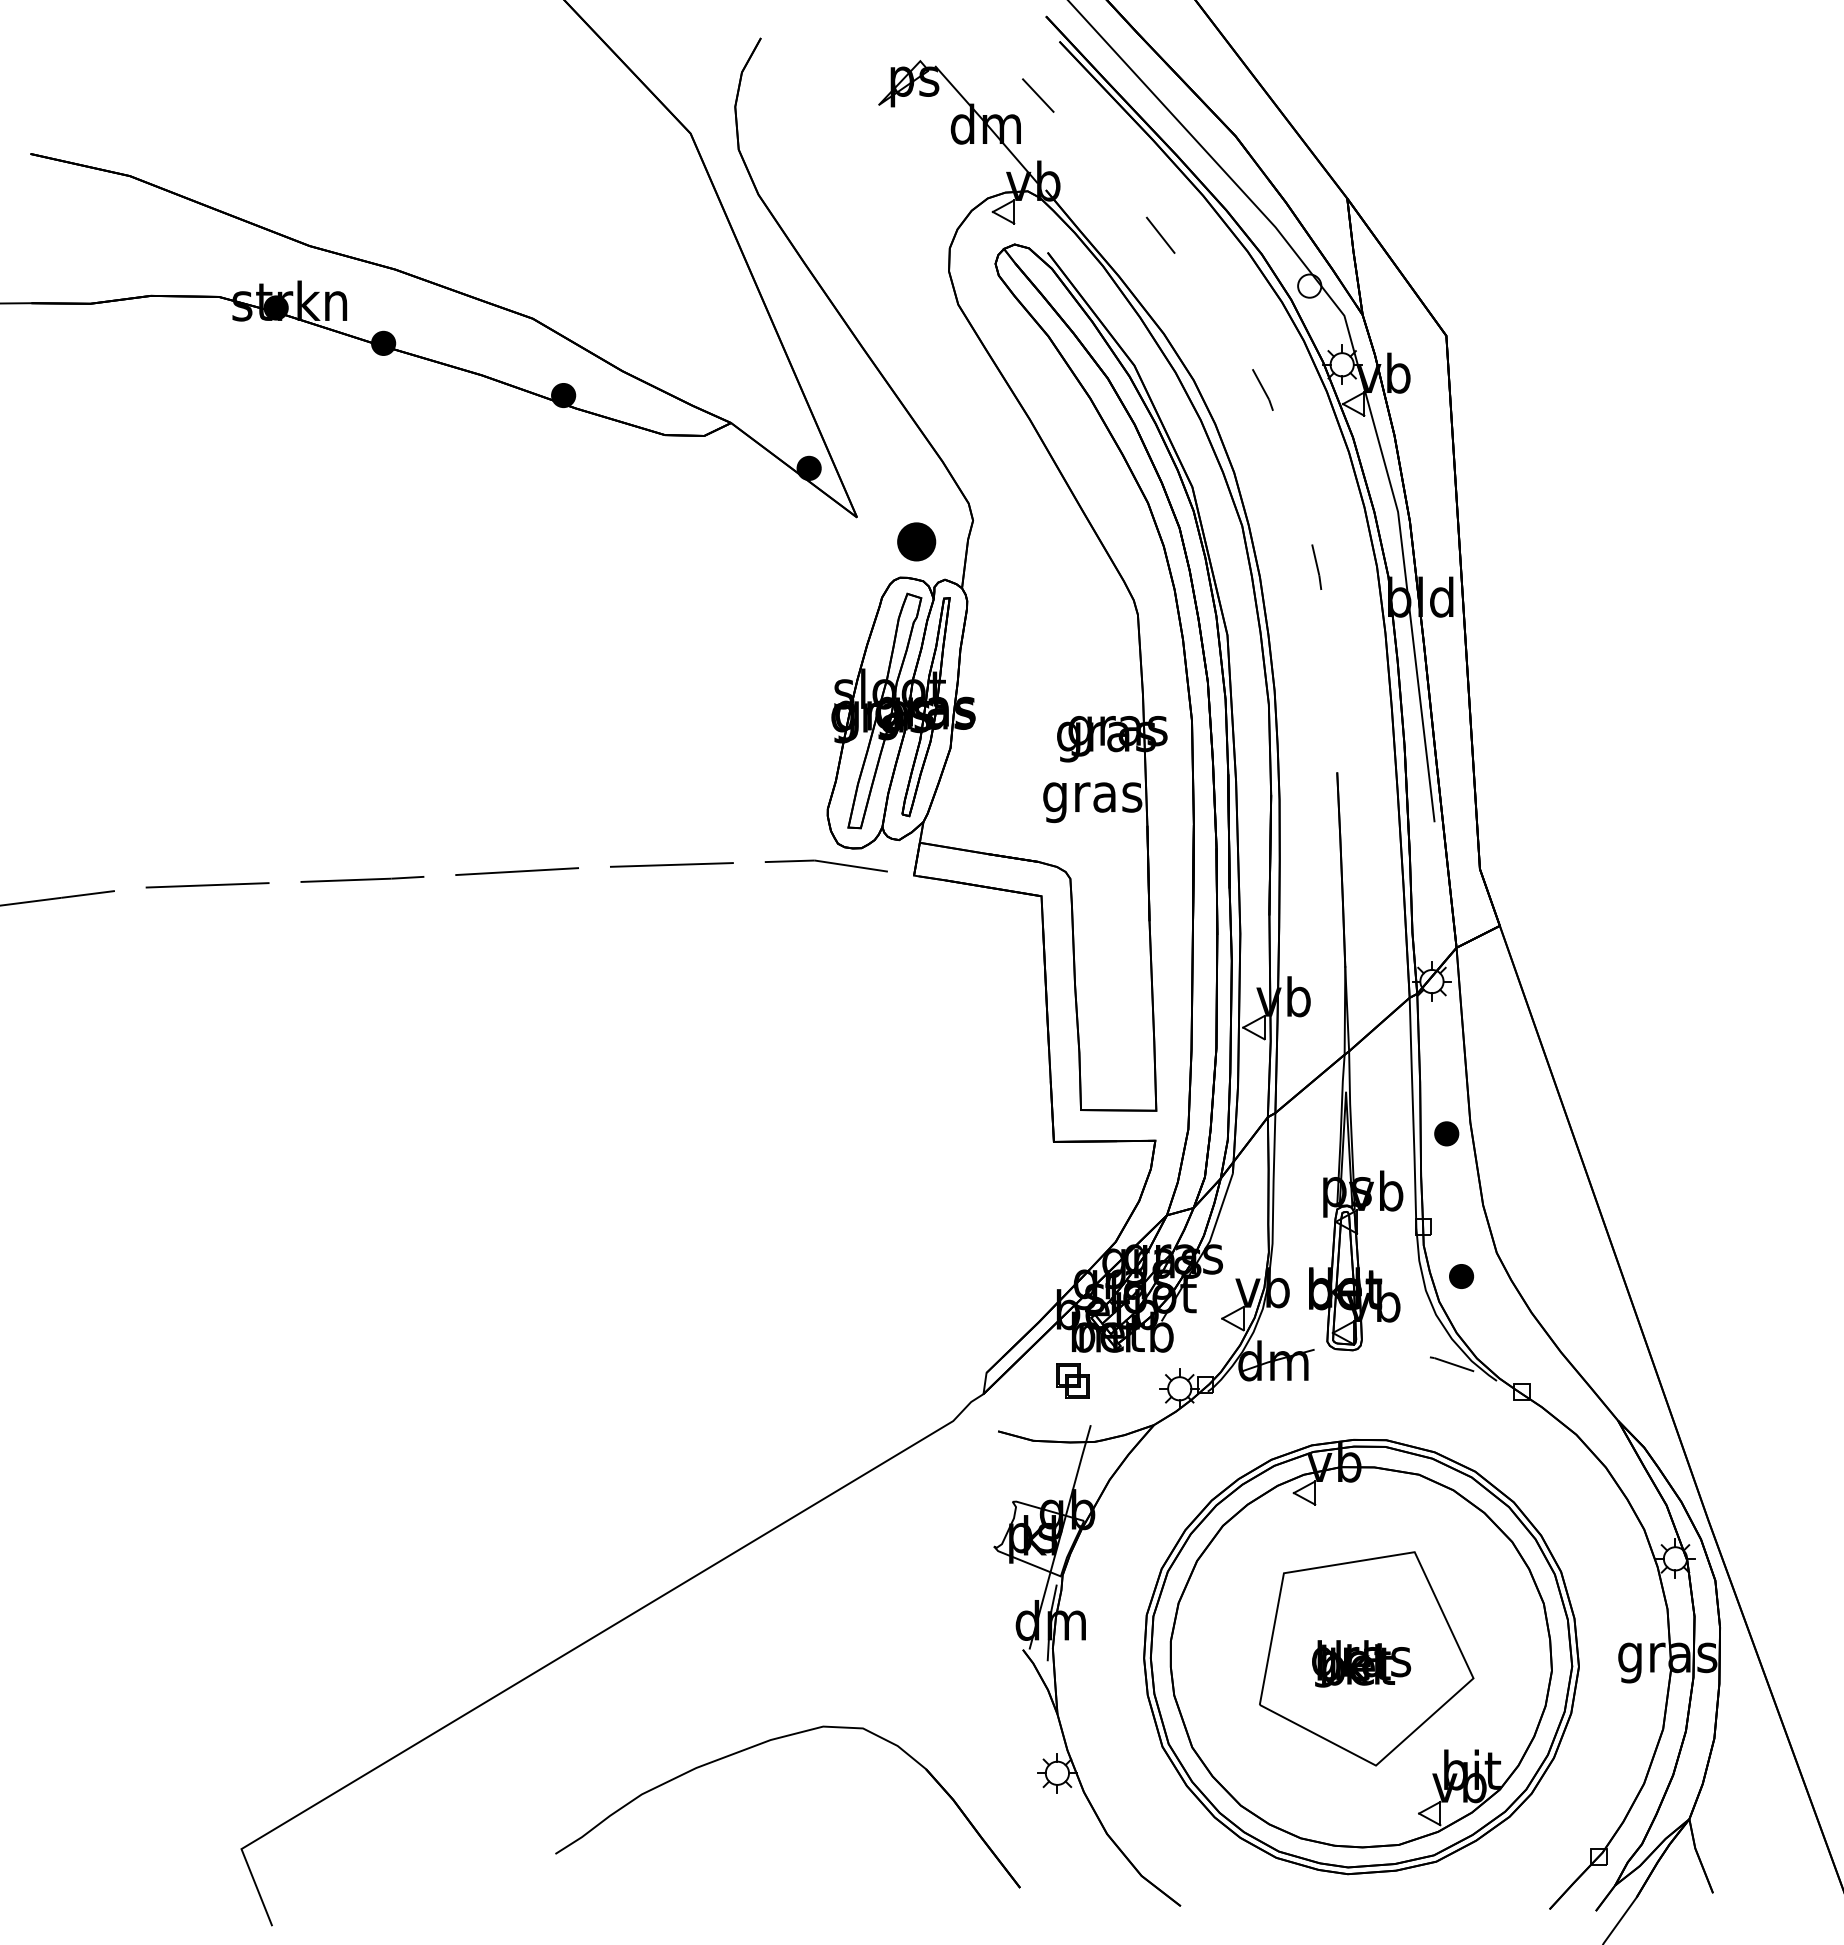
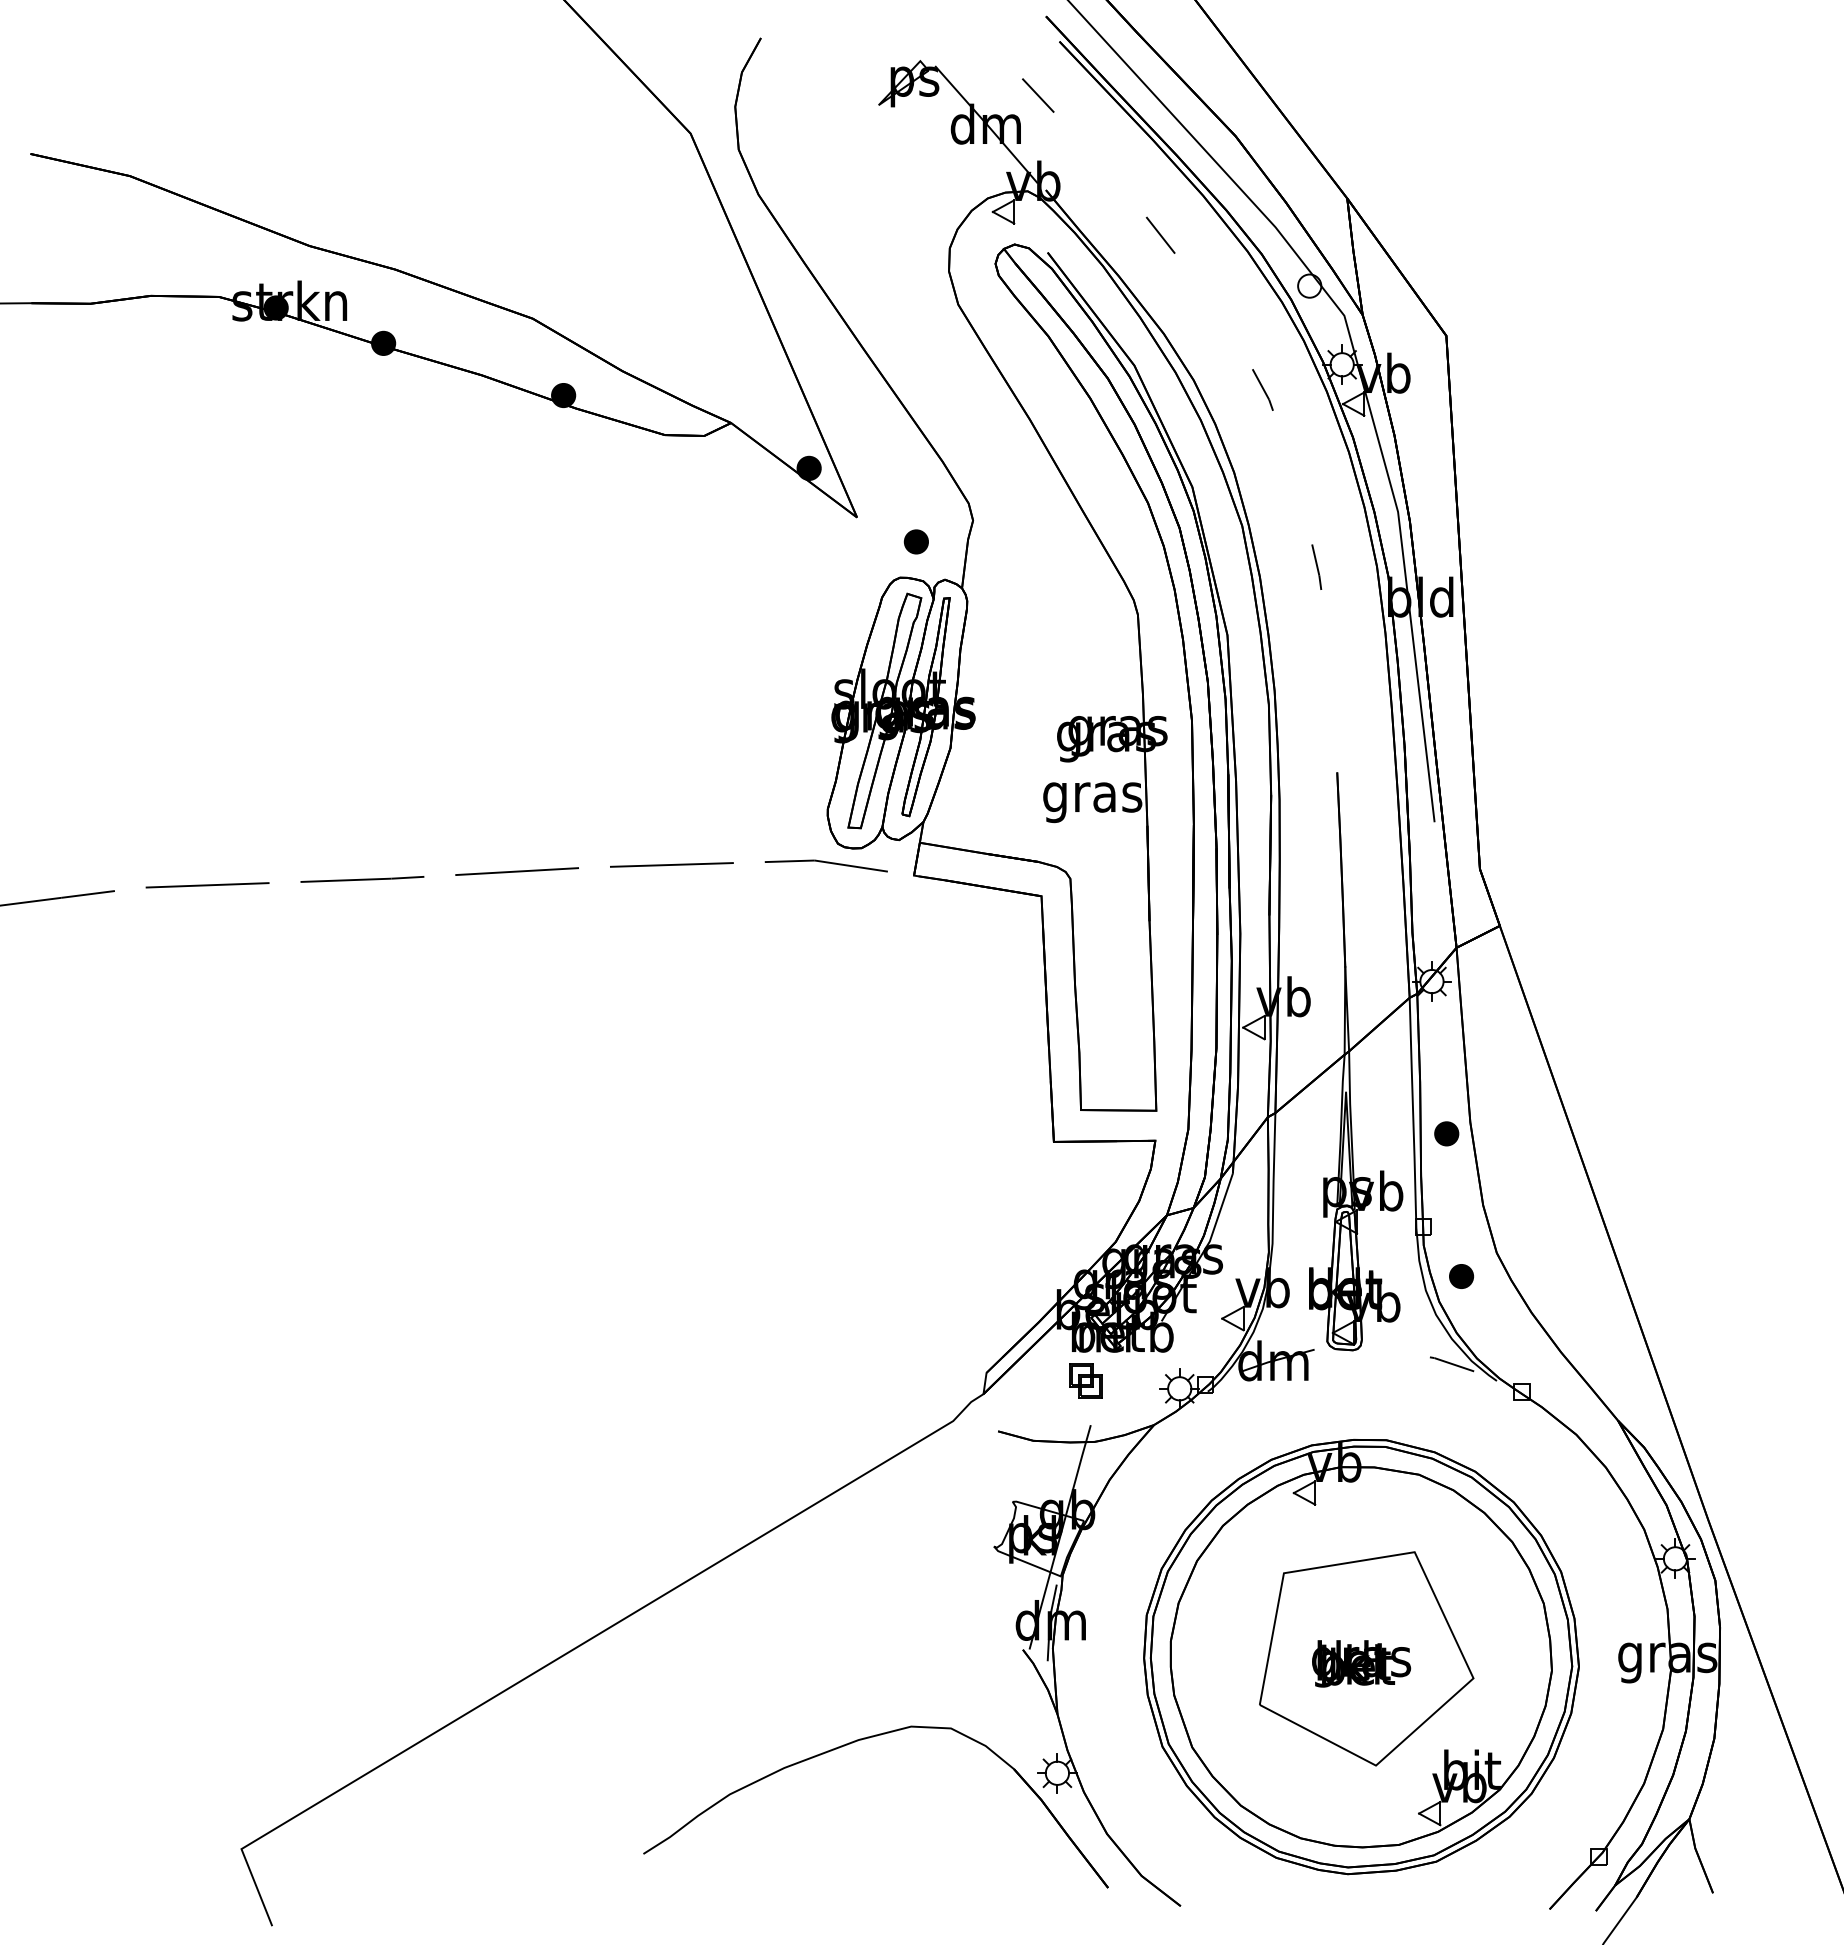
part at (916, 541) size: 40x40 px -> 26x26 px
part at (1072, 1380) position: (1072, 1380) -> (1085, 1380)
part at (762, 1744) position: (762, 1744) -> (850, 1744)
